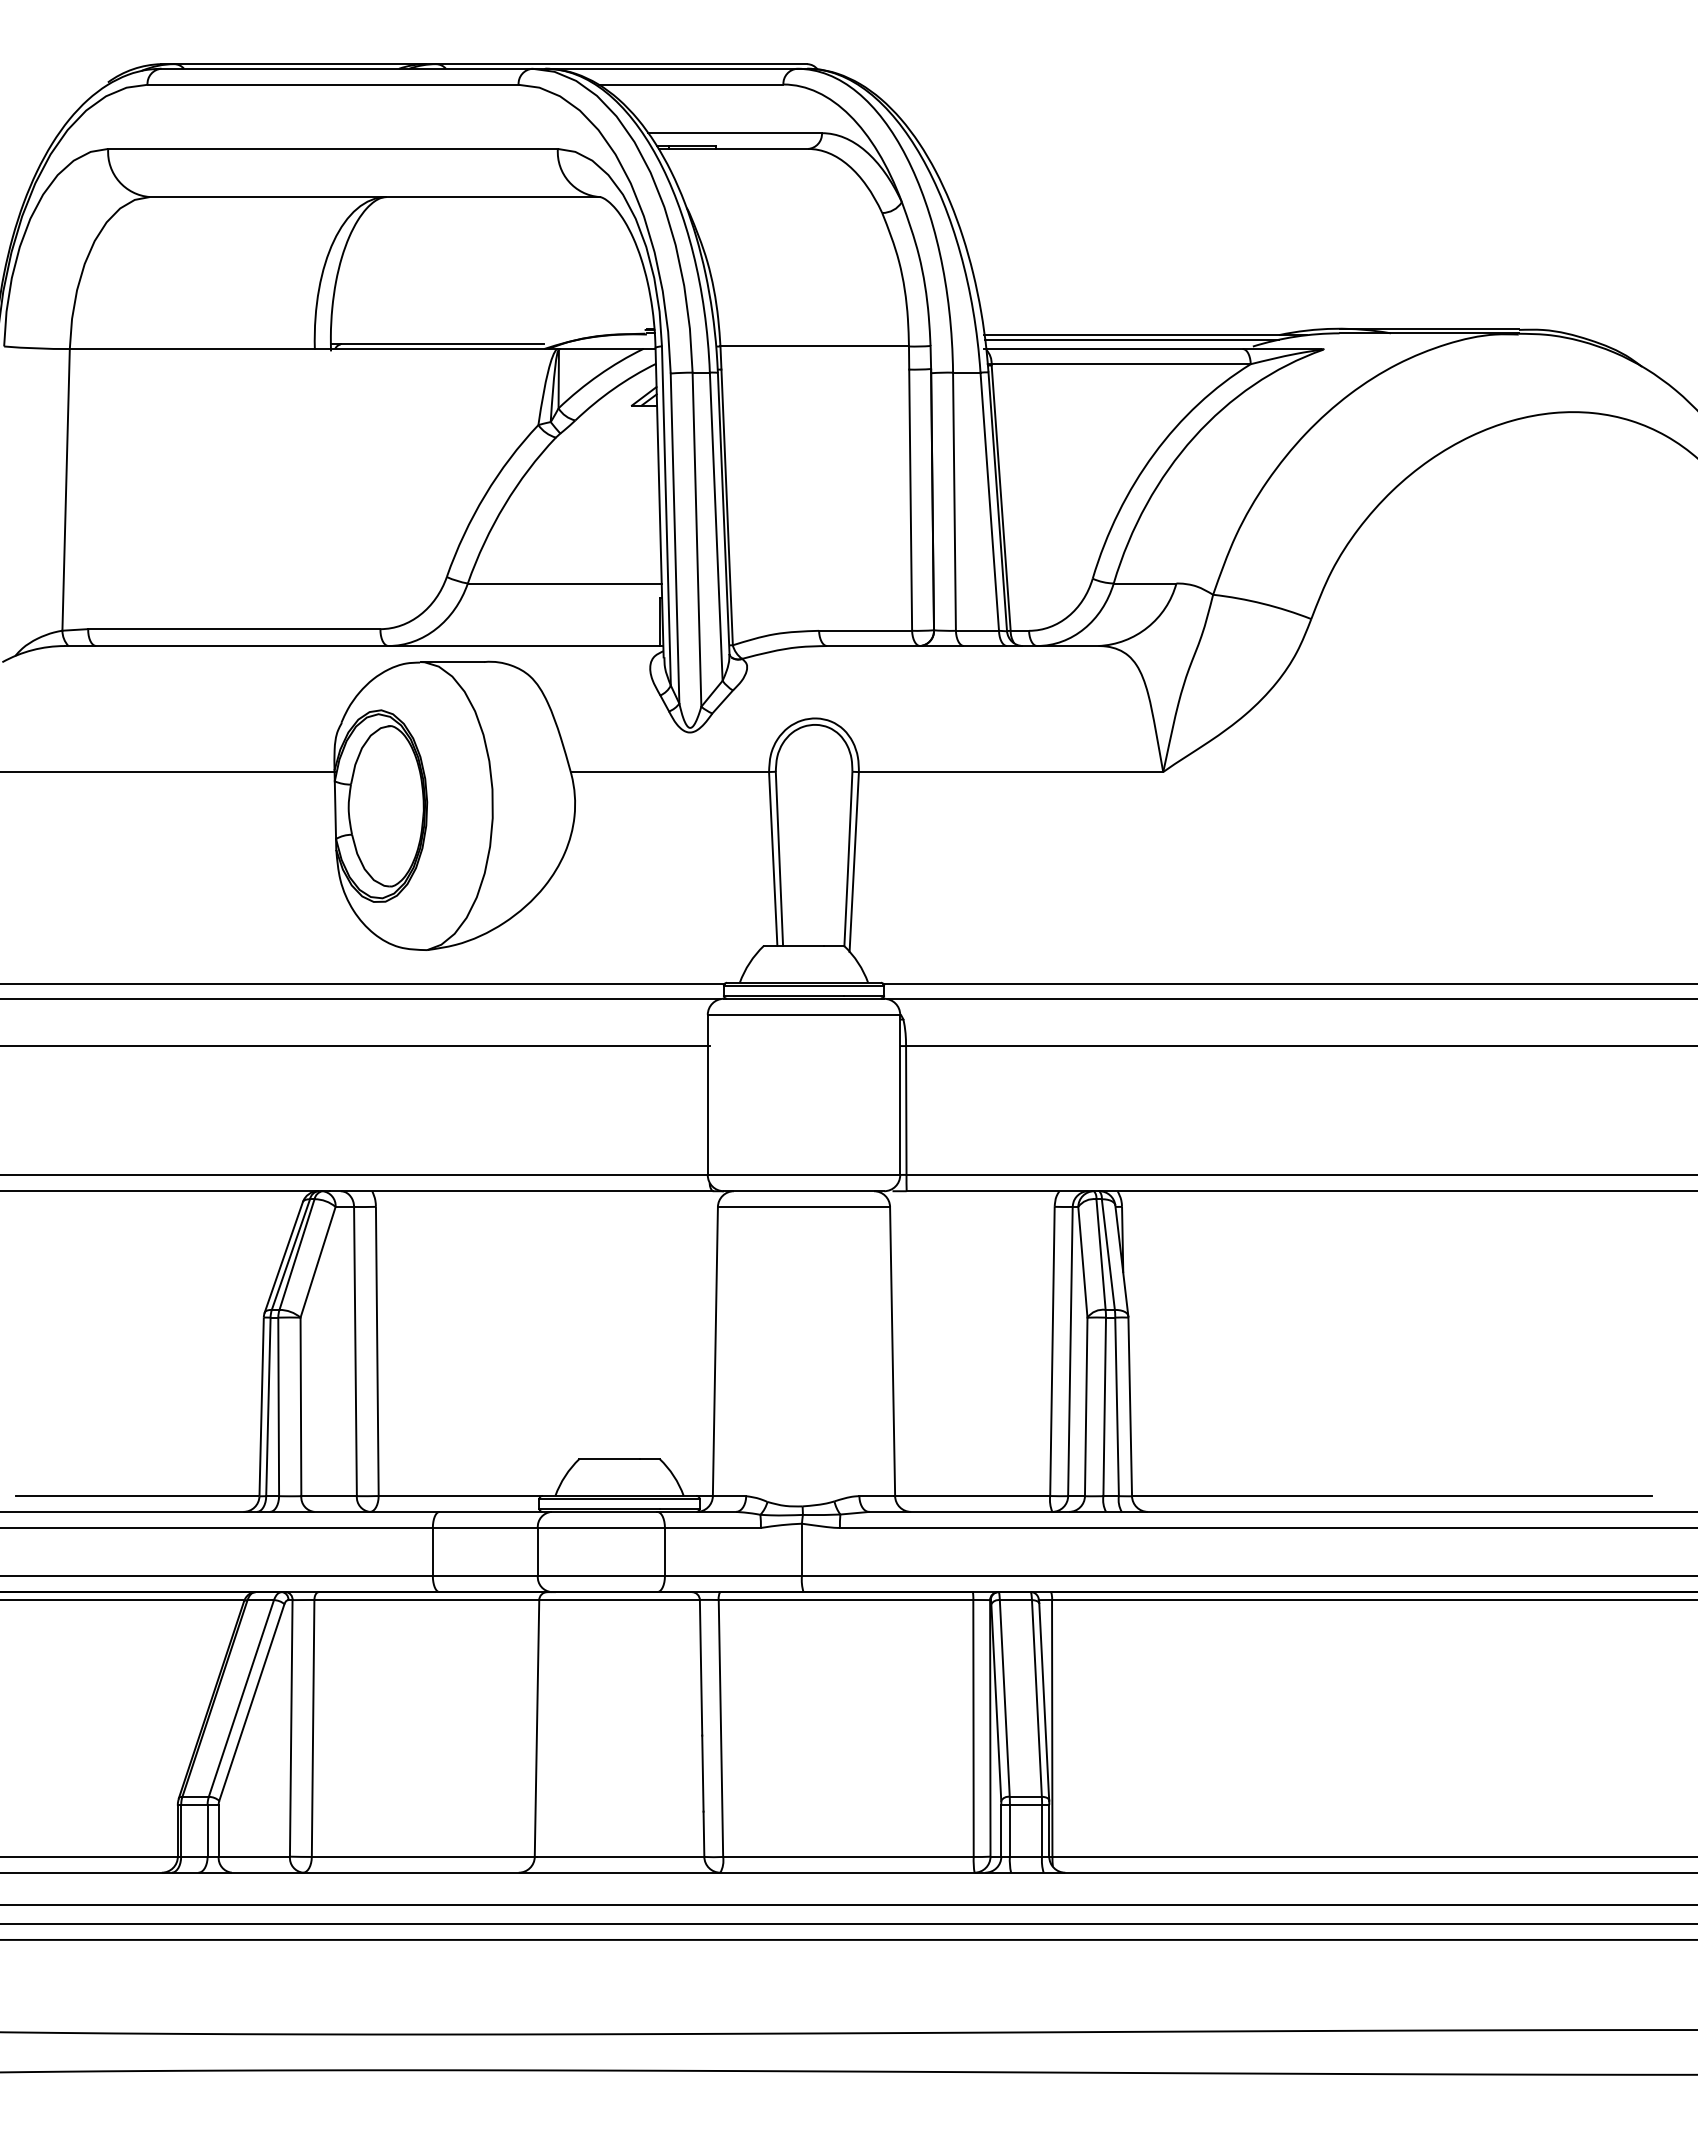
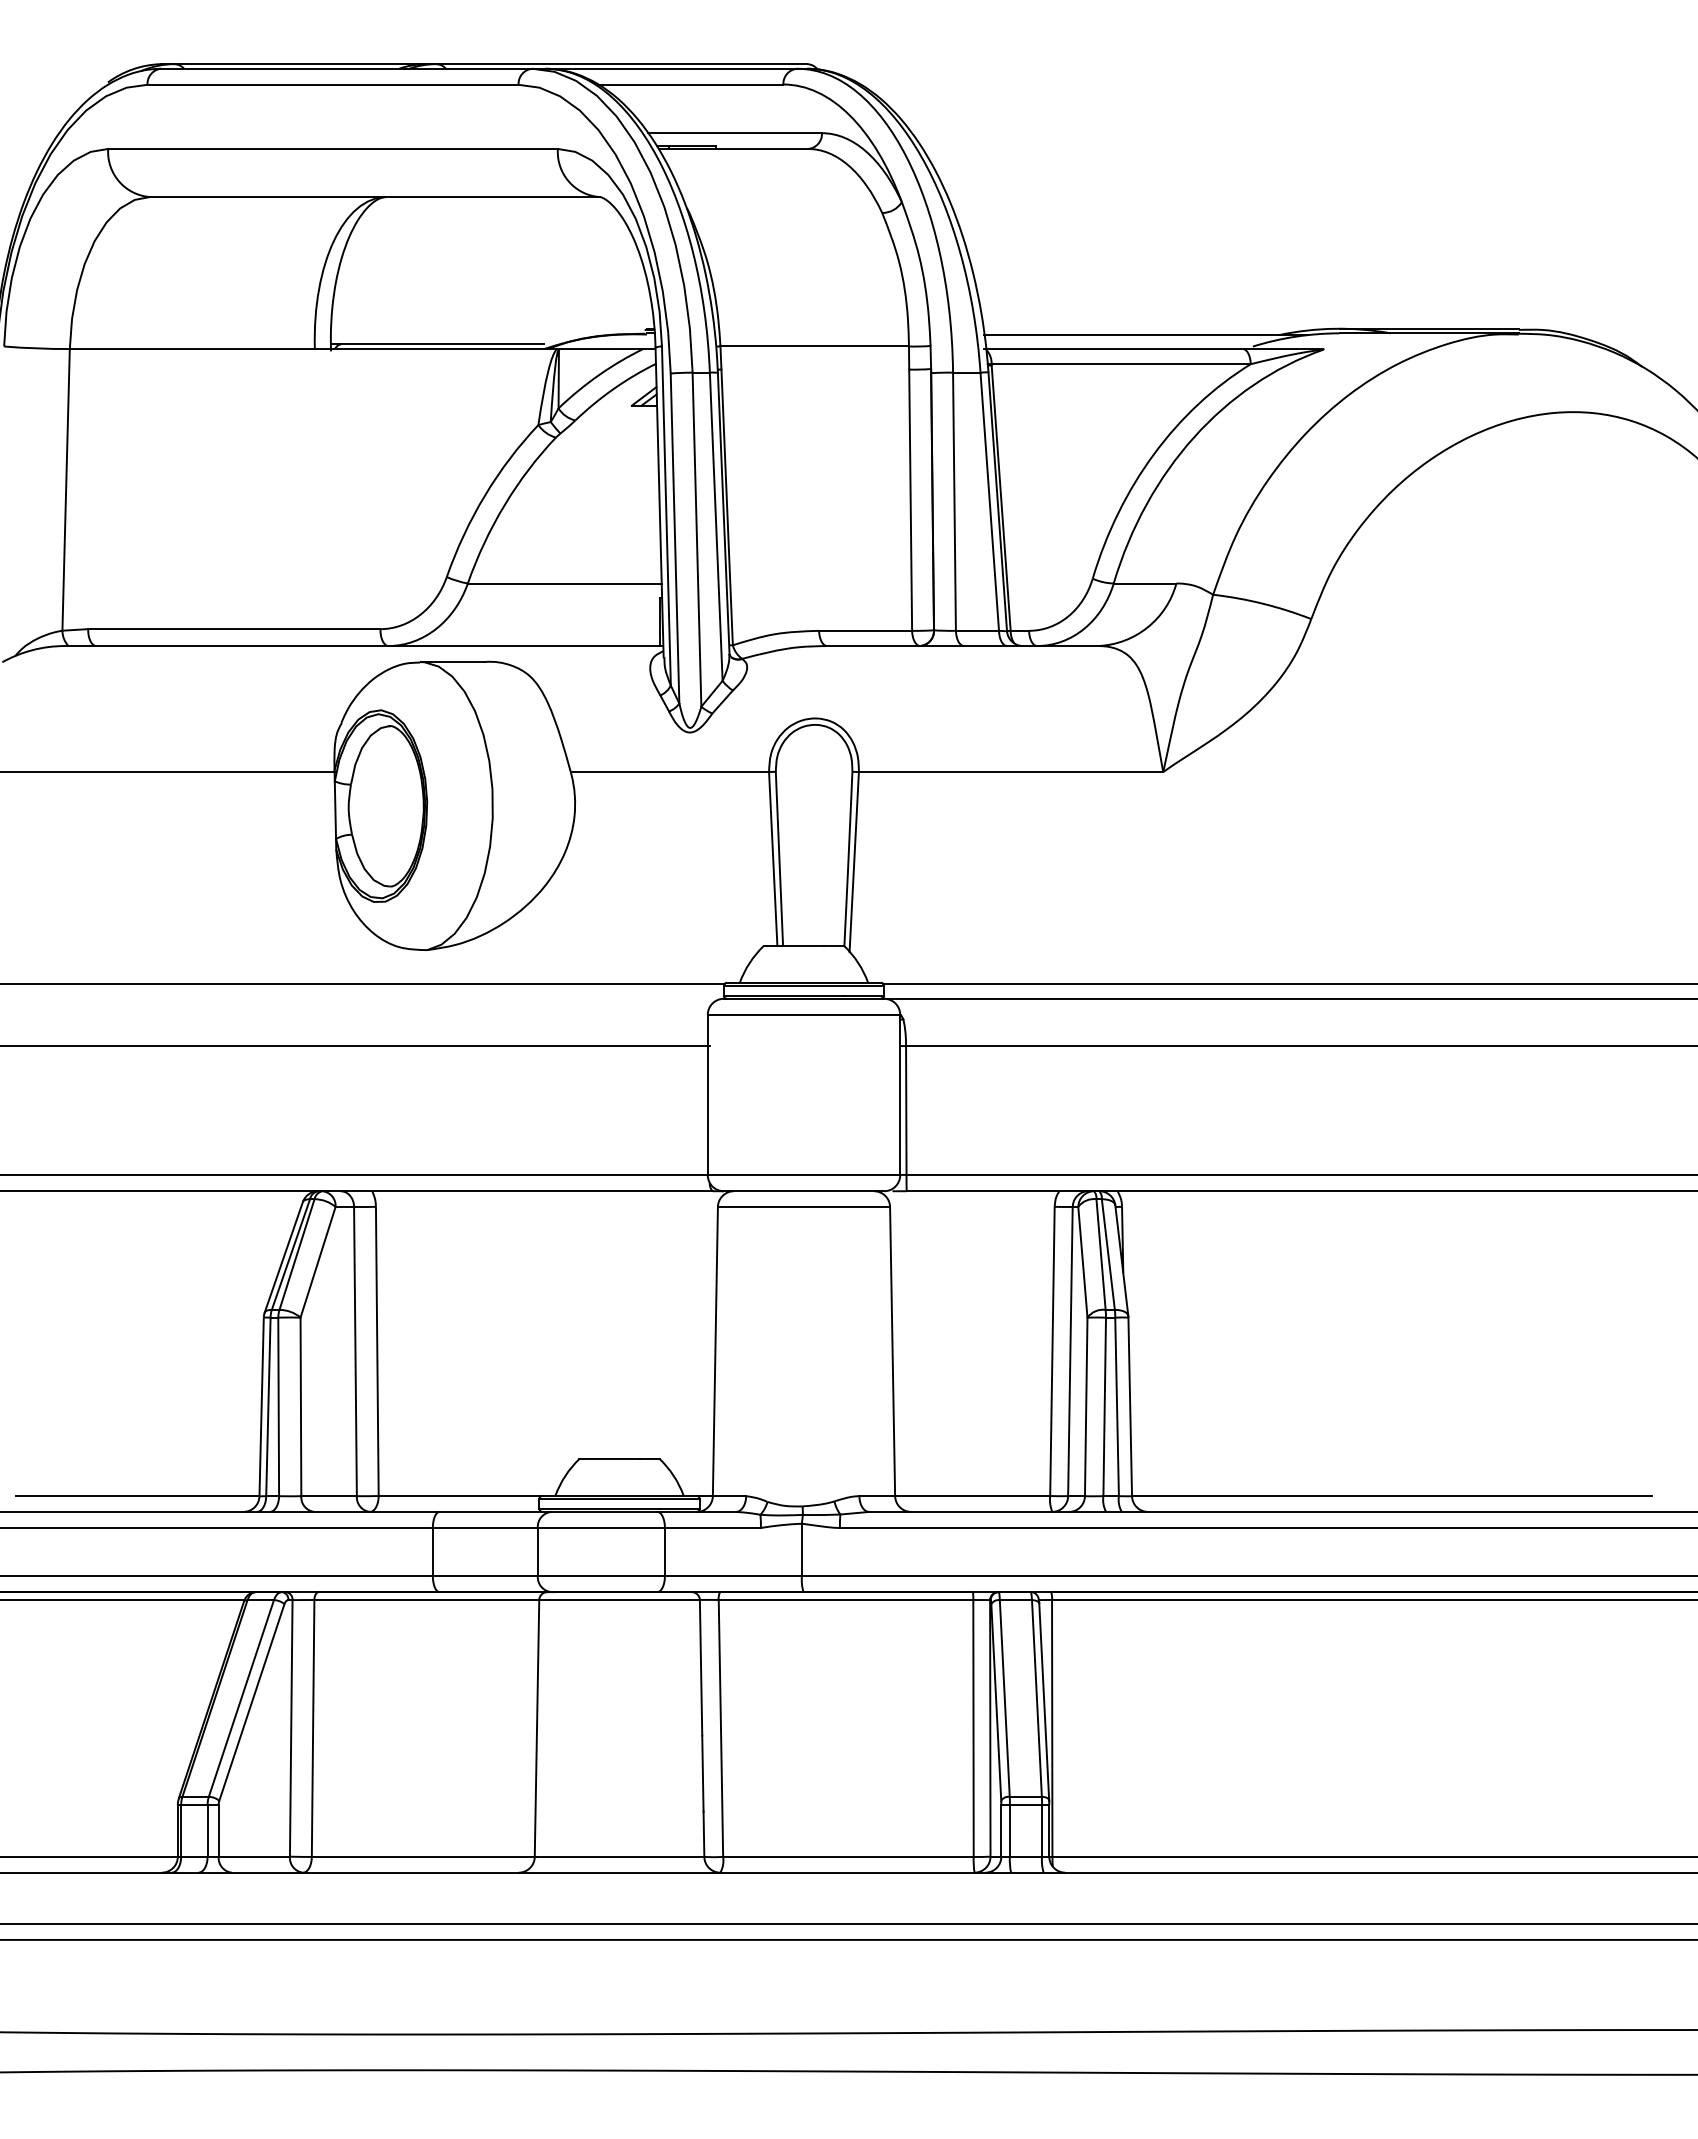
line at (1131, 339): present -> none
line at (361, 999): present -> none
line at (848, 1904): present -> none
